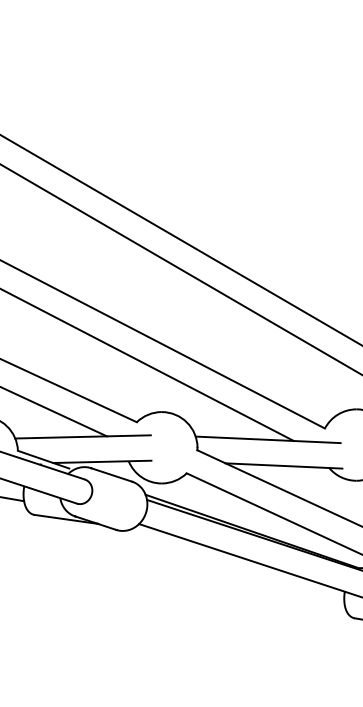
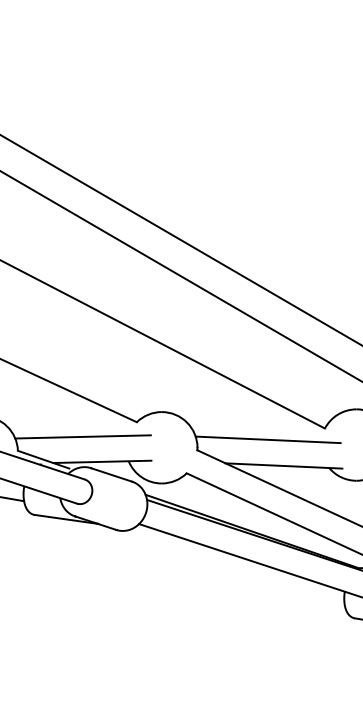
line at (180, 269) position: (180, 269) -> (180, 276)
line at (147, 364): present -> none
line at (54, 411): present -> none
